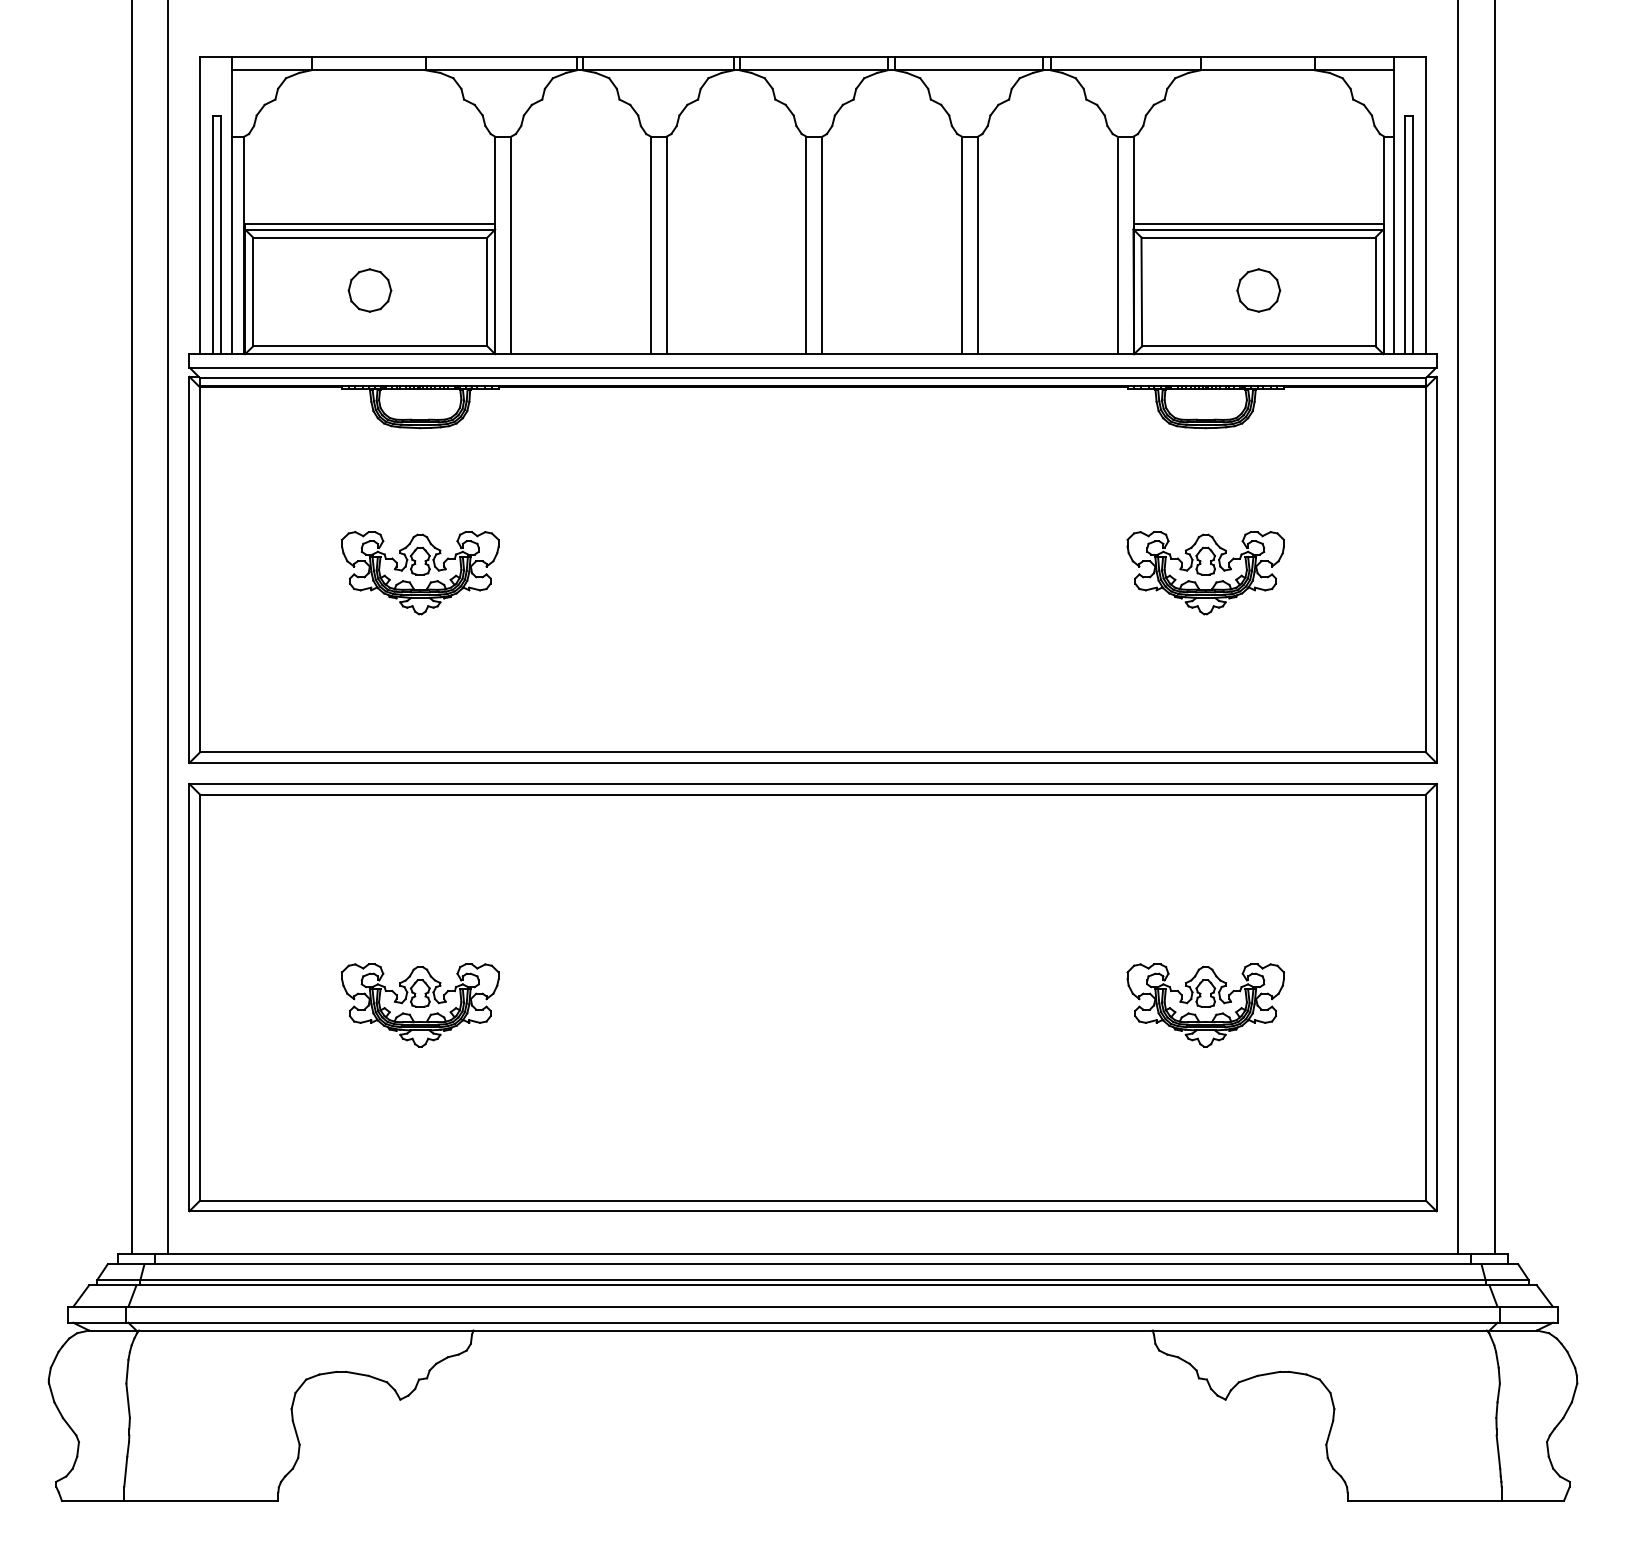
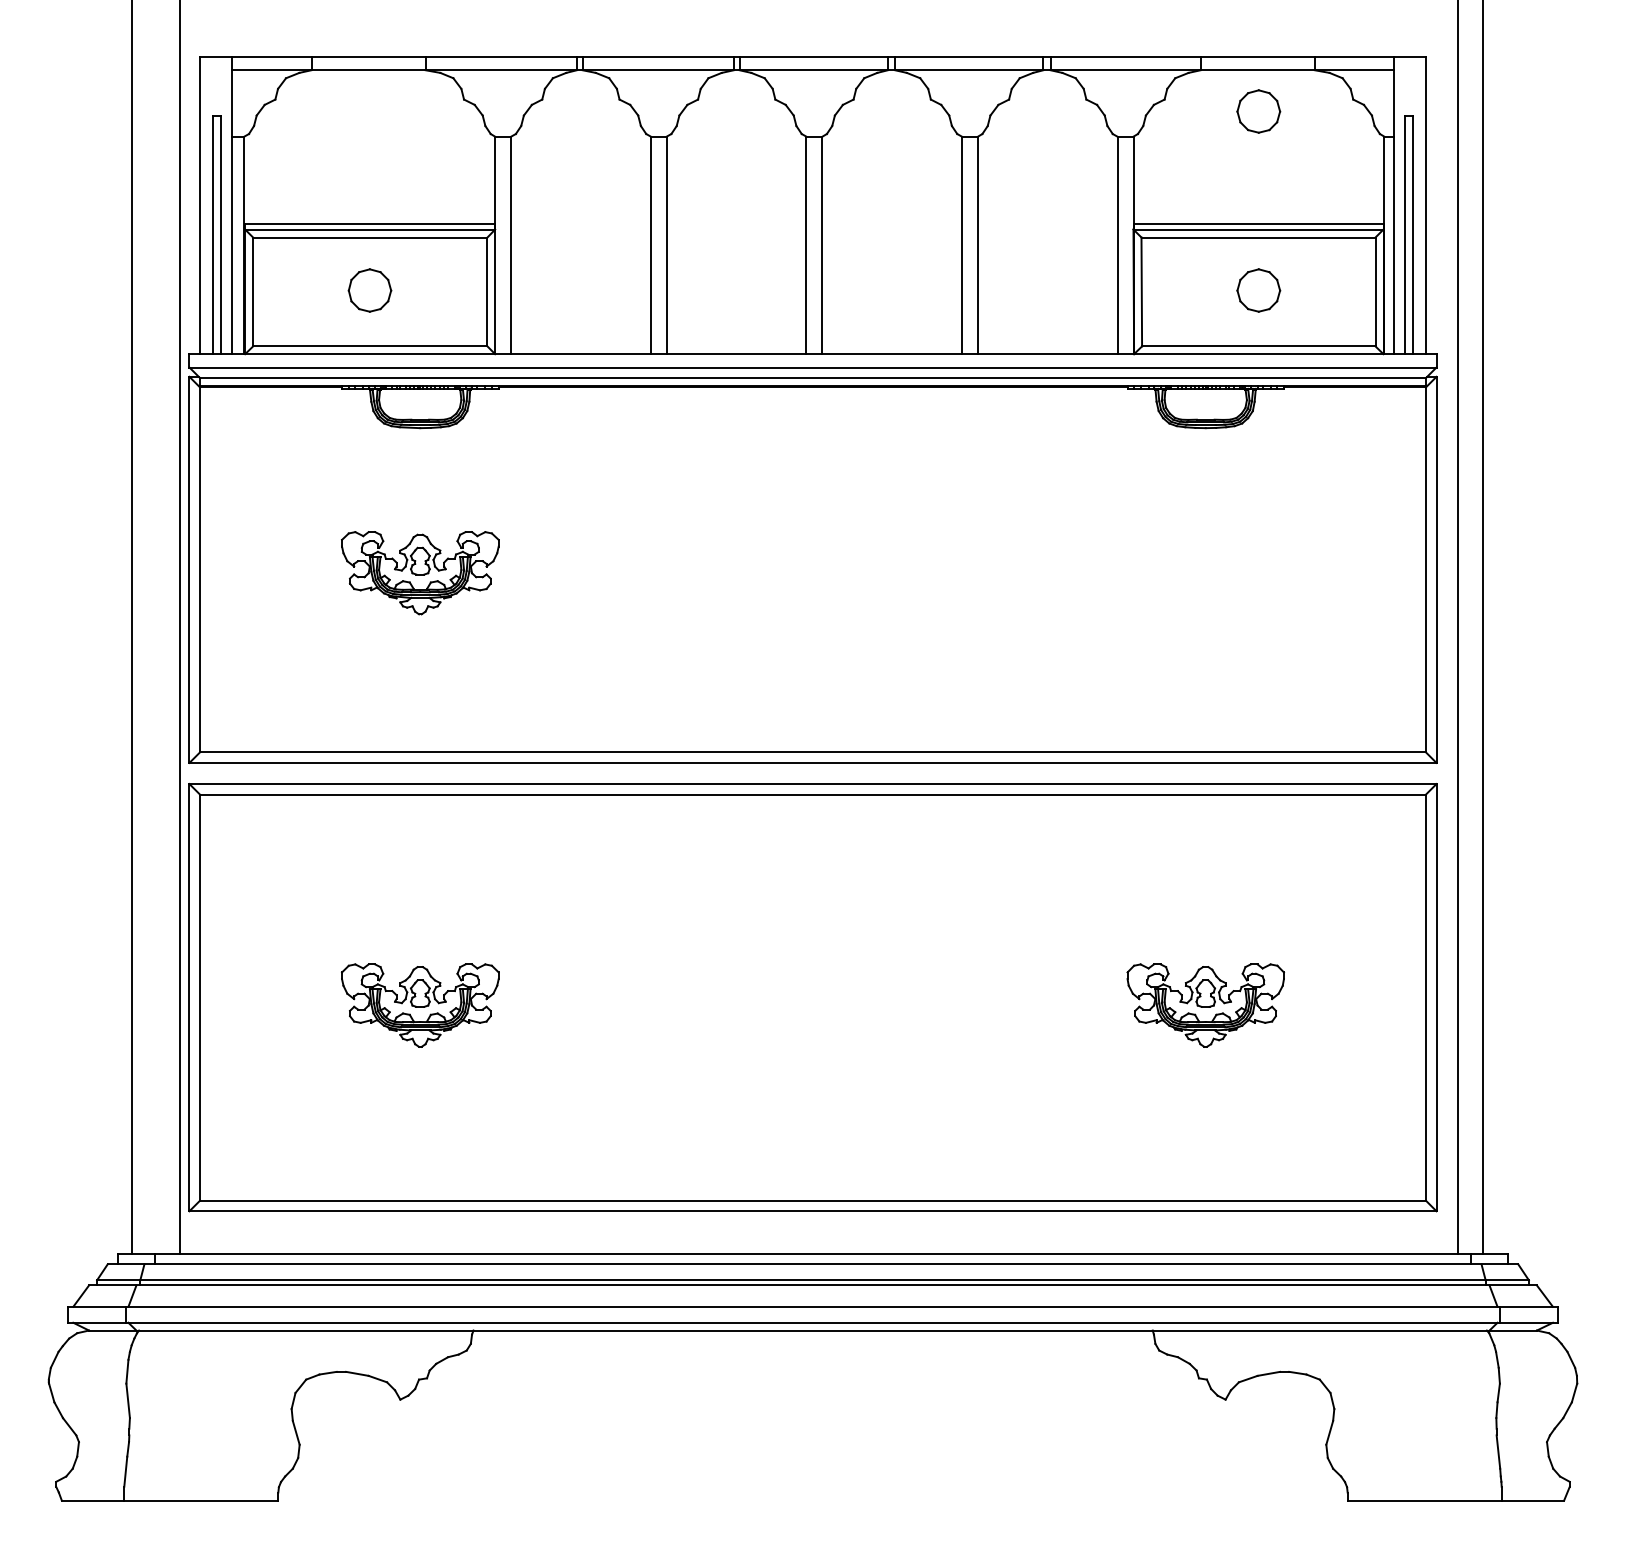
part at (1258, 111): none -> present
part at (1205, 573): present -> none
line at (168, 627) position: (168, 627) -> (180, 627)
line at (1494, 627) position: (1494, 627) -> (1482, 627)
